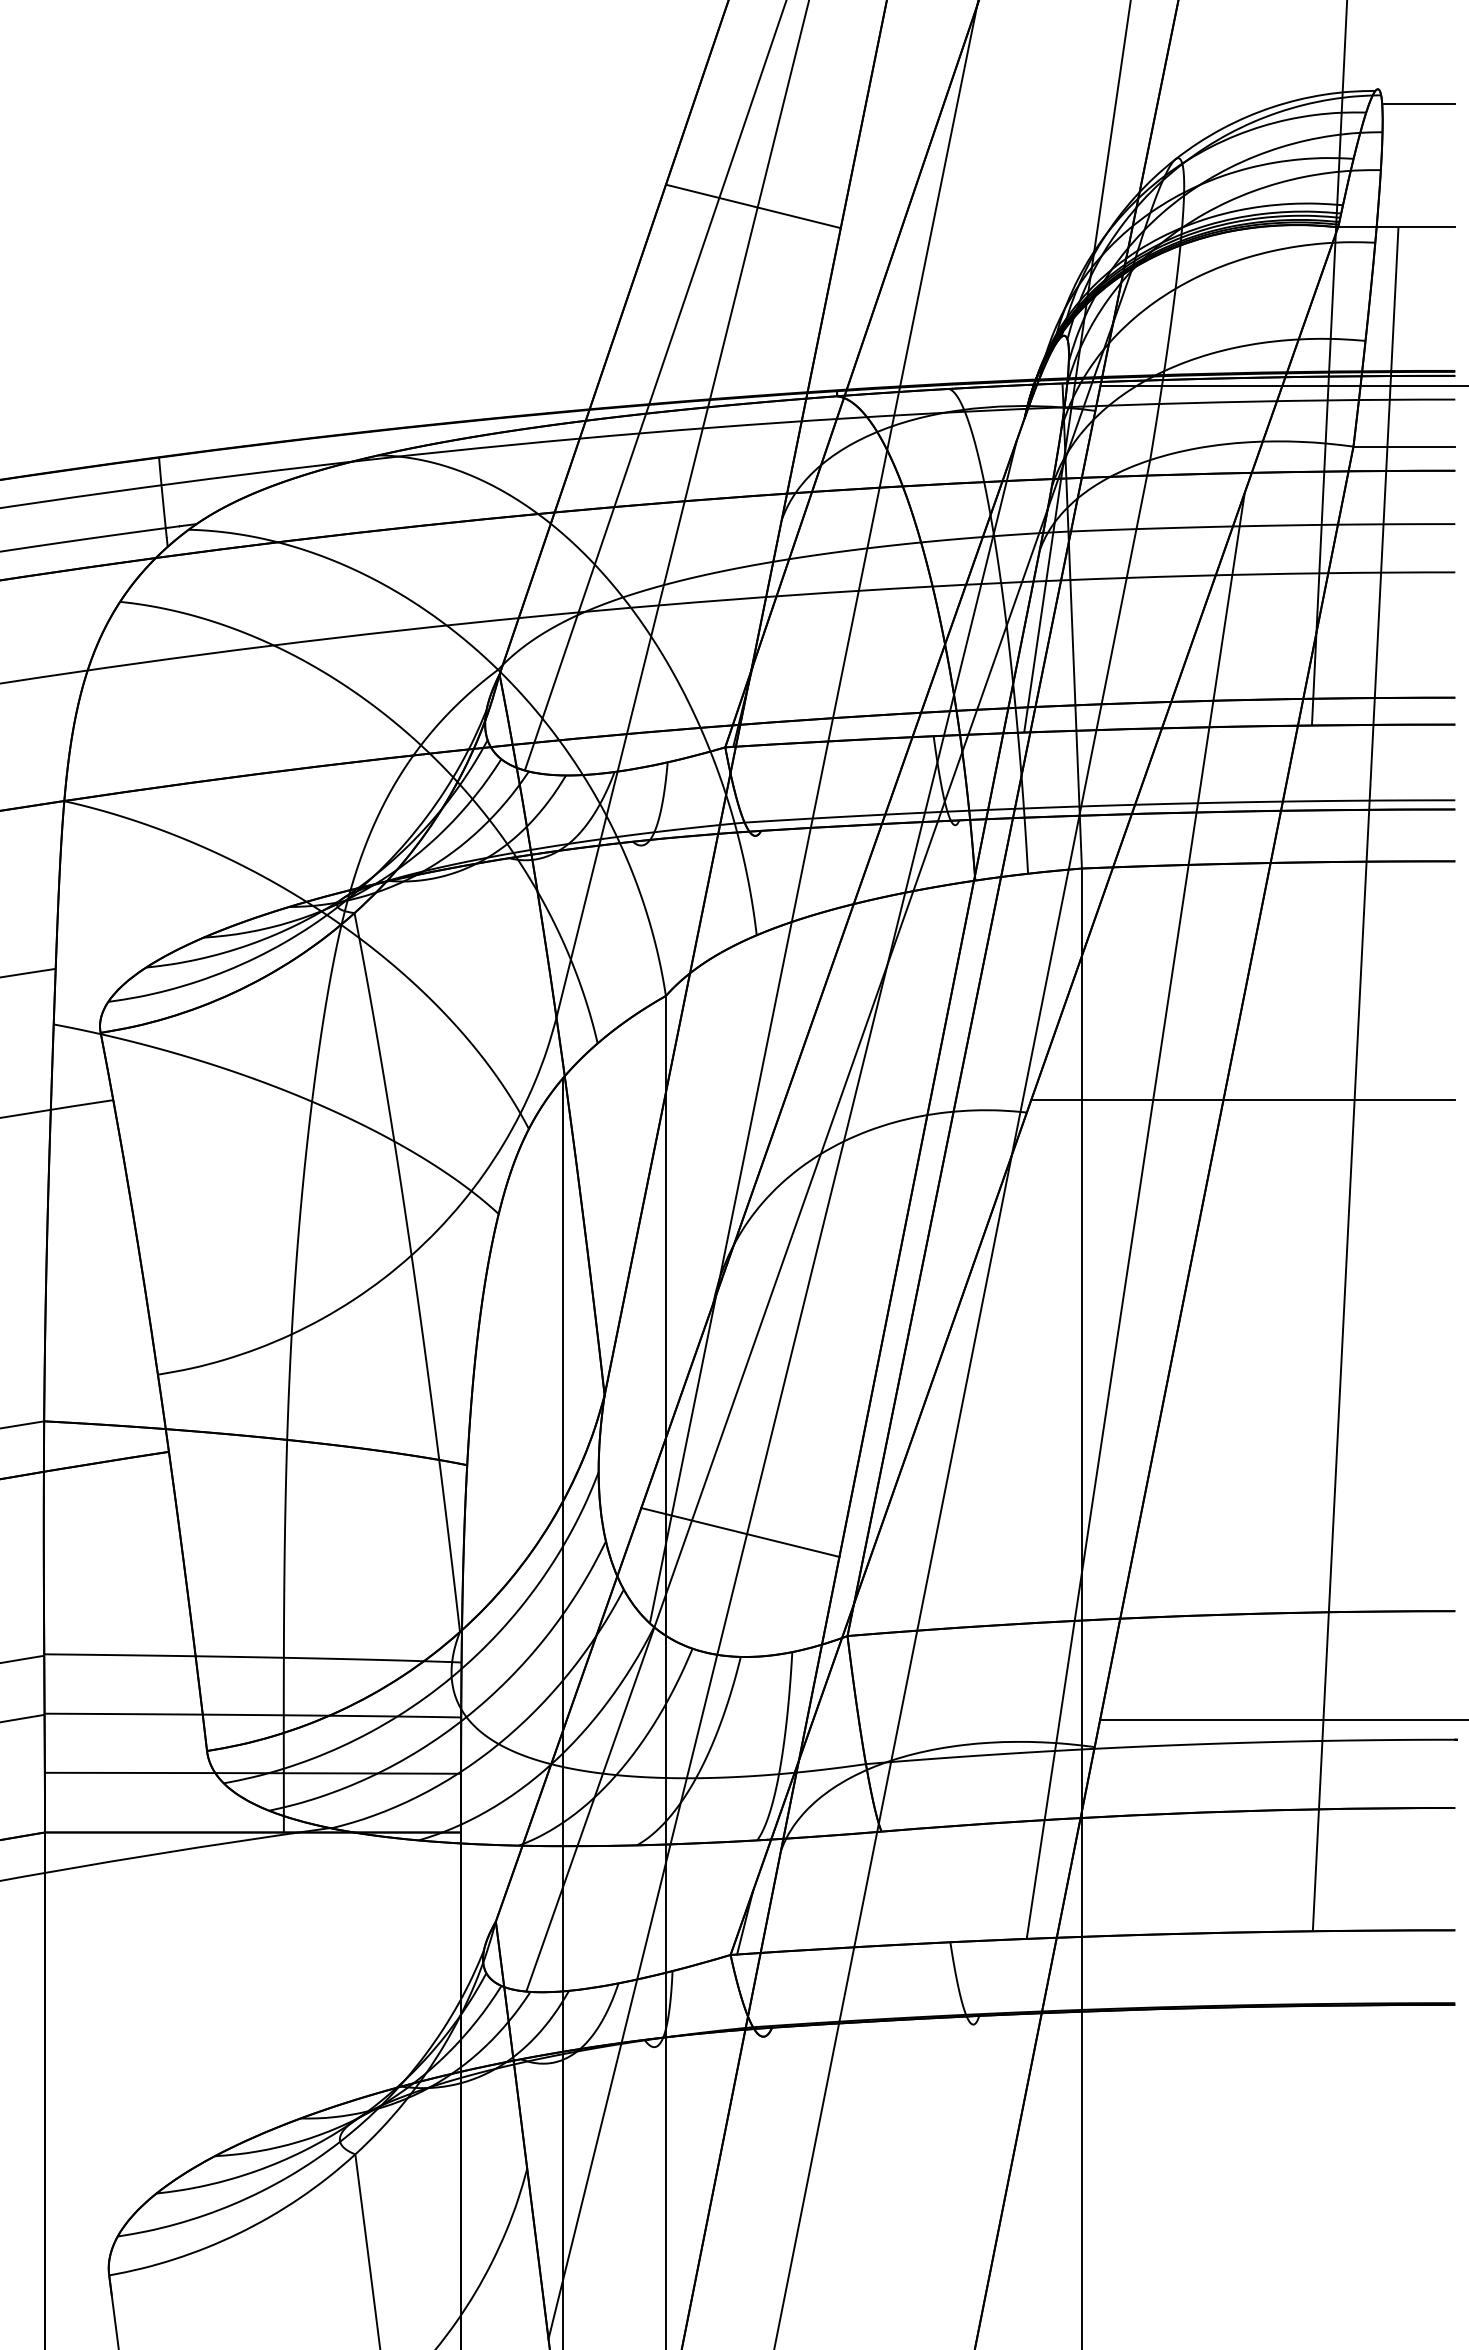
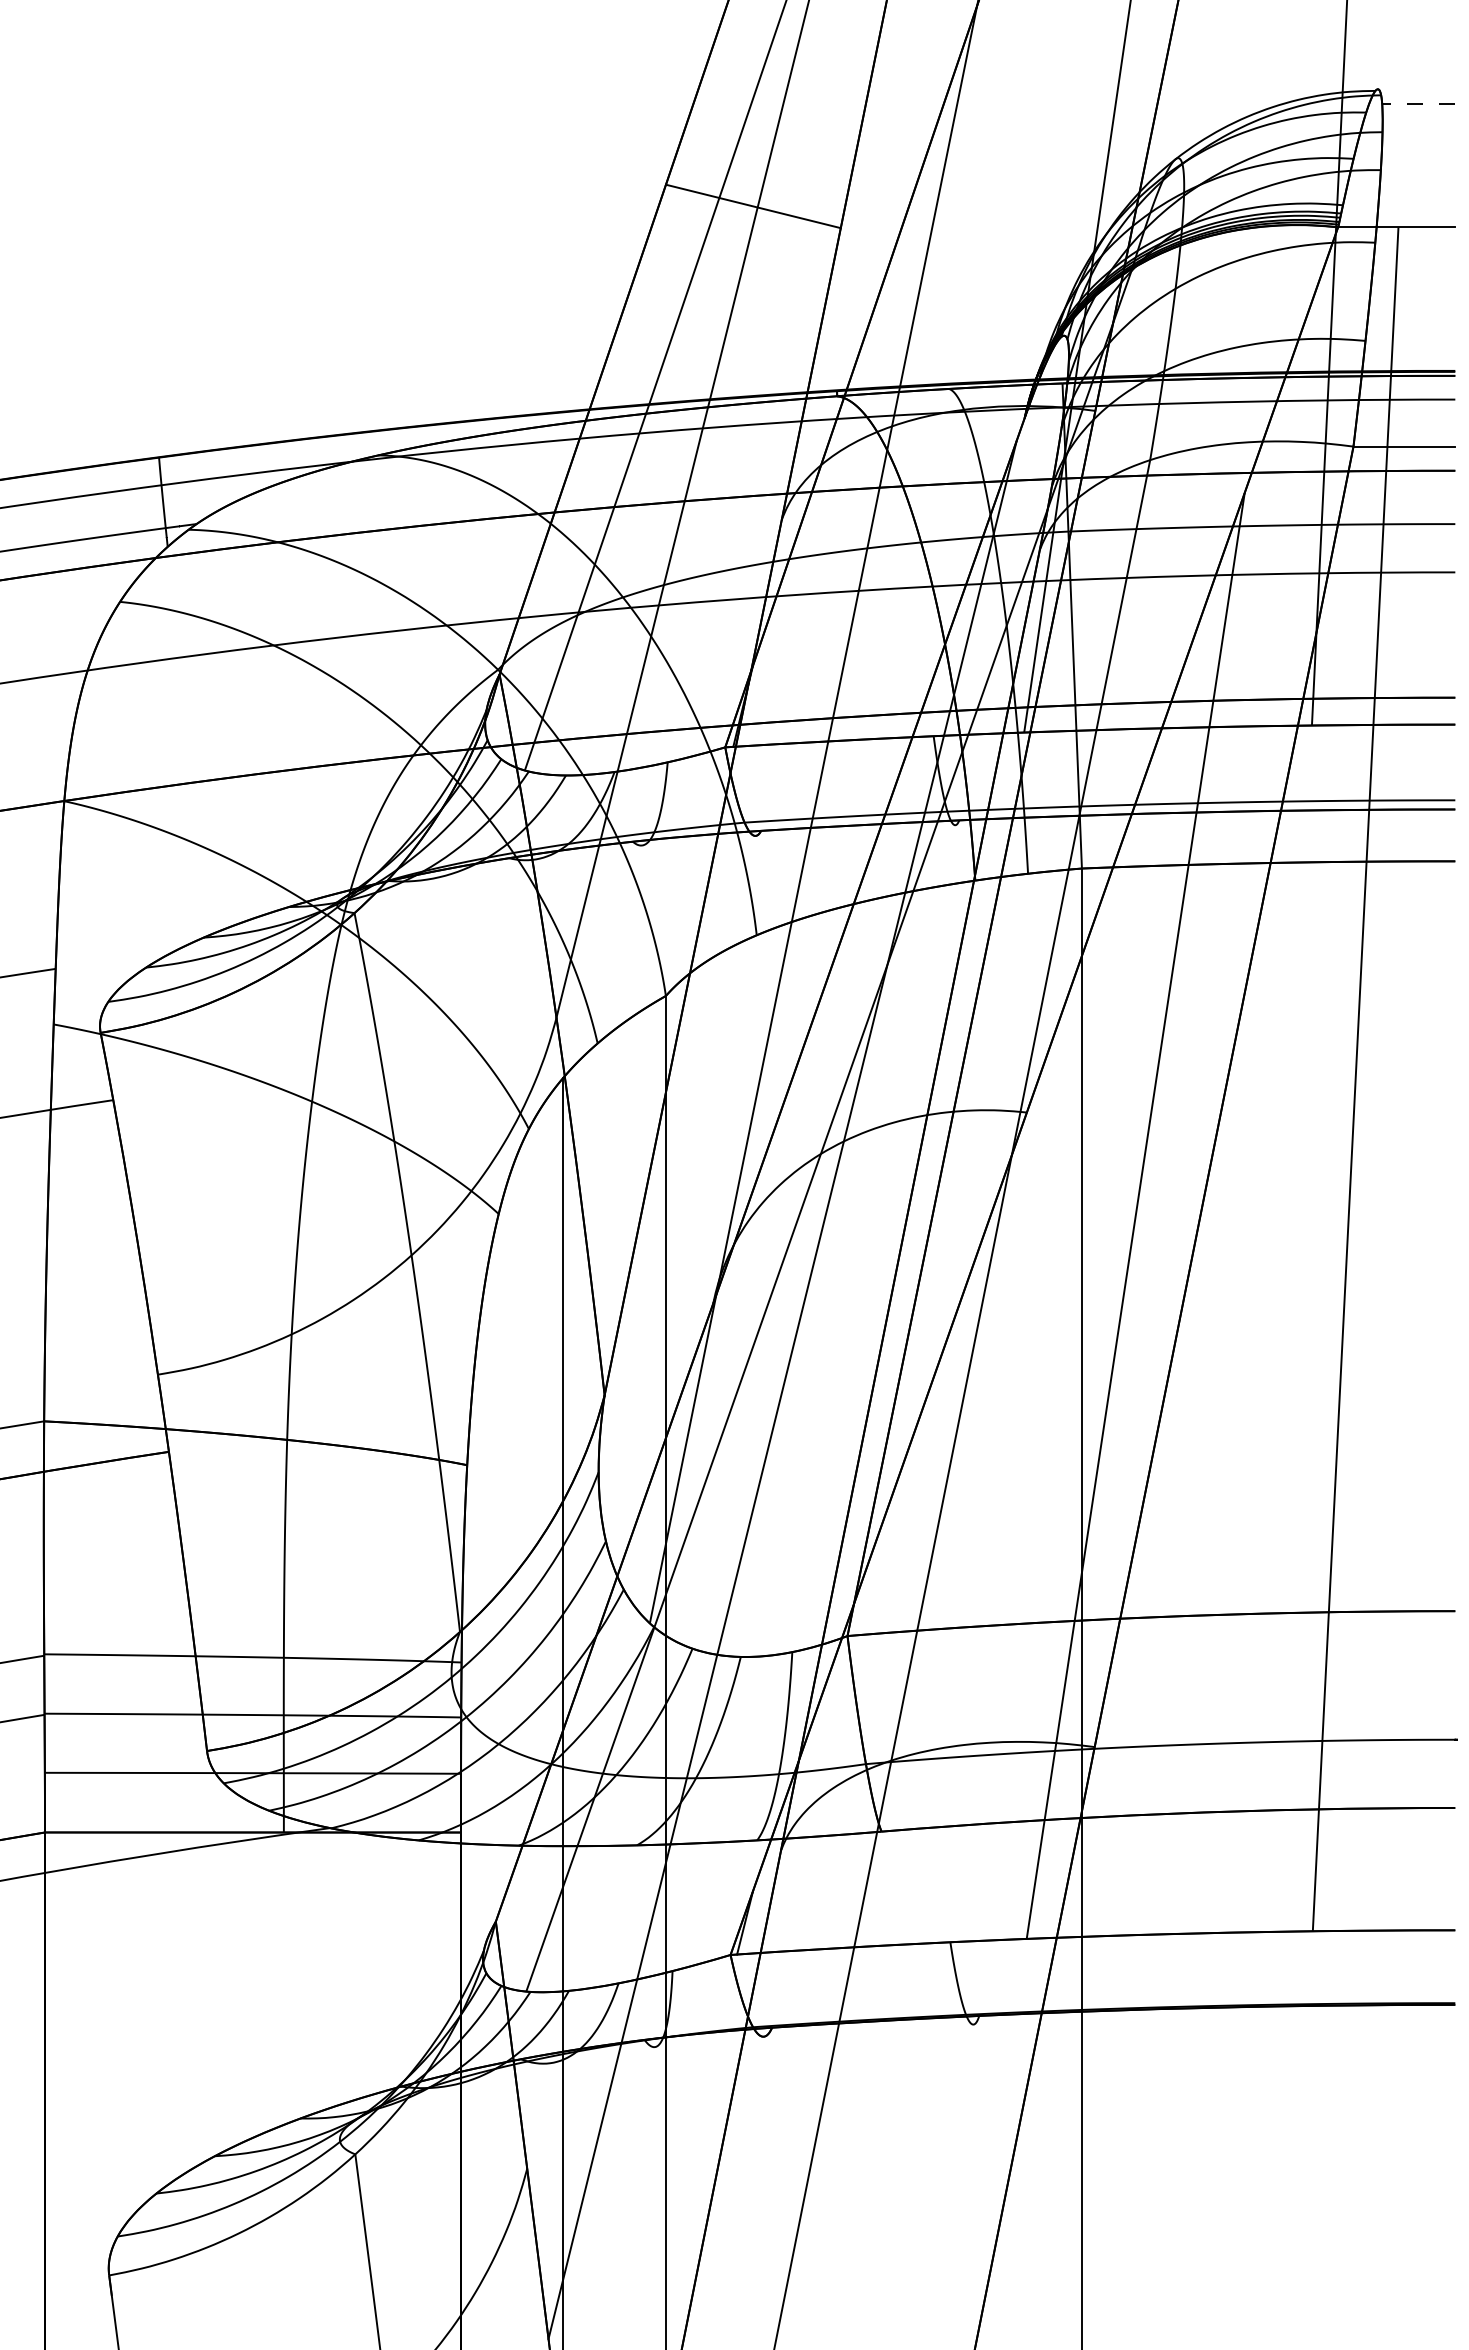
line at (1418, 104): solid -> dashed
line at (1282, 385): present -> none
line at (1243, 1100): present -> none
line at (740, 1532): present -> none
line at (1282, 1720): present -> none
